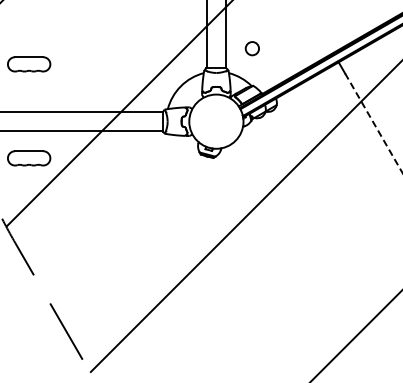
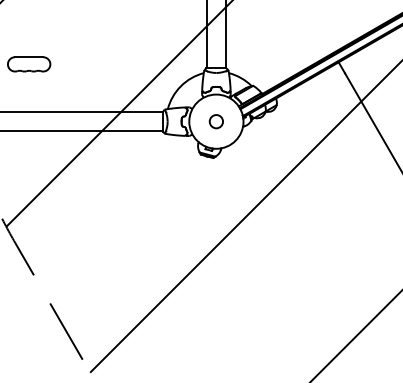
circle at (251, 48) position: (251, 48) -> (215, 121)
line at (373, 123): dashed -> solid
part at (29, 158): present -> none
